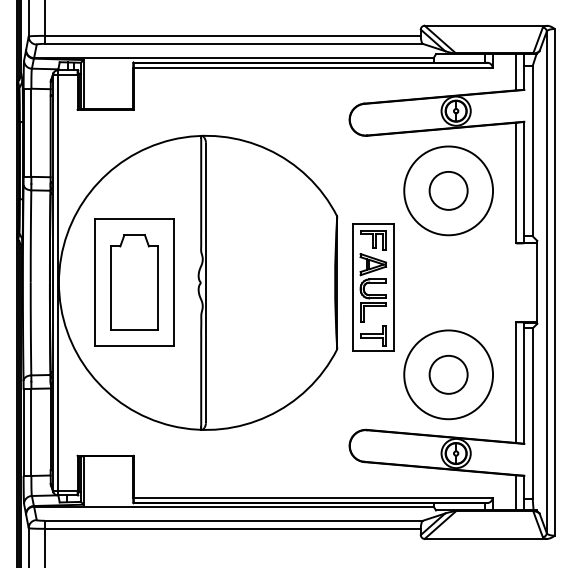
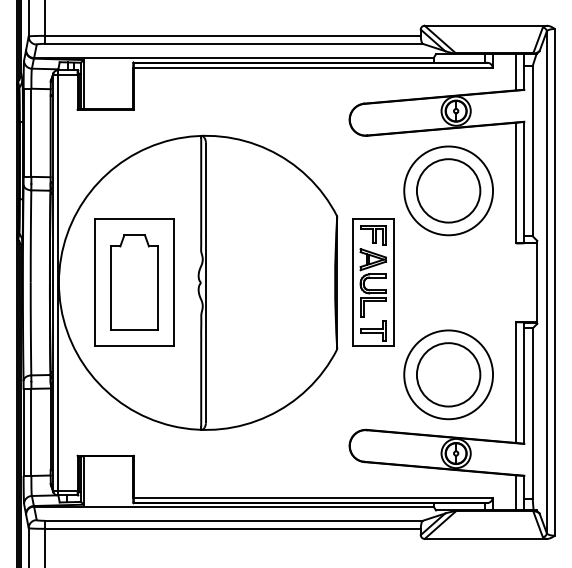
circle at (448, 190) diameter: 38 px -> 63 px
part at (373, 287) position: (373, 287) -> (373, 282)
circle at (448, 374) diameter: 38 px -> 63 px
